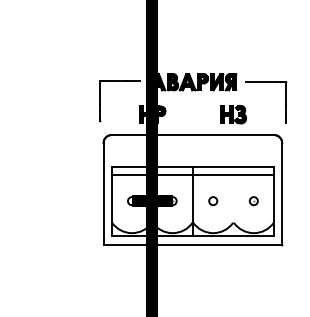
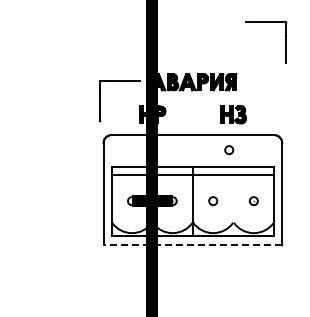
part at (285, 102) position: (285, 102) -> (285, 42)
circle at (229, 150): none -> present
line at (192, 244): solid -> dashed
